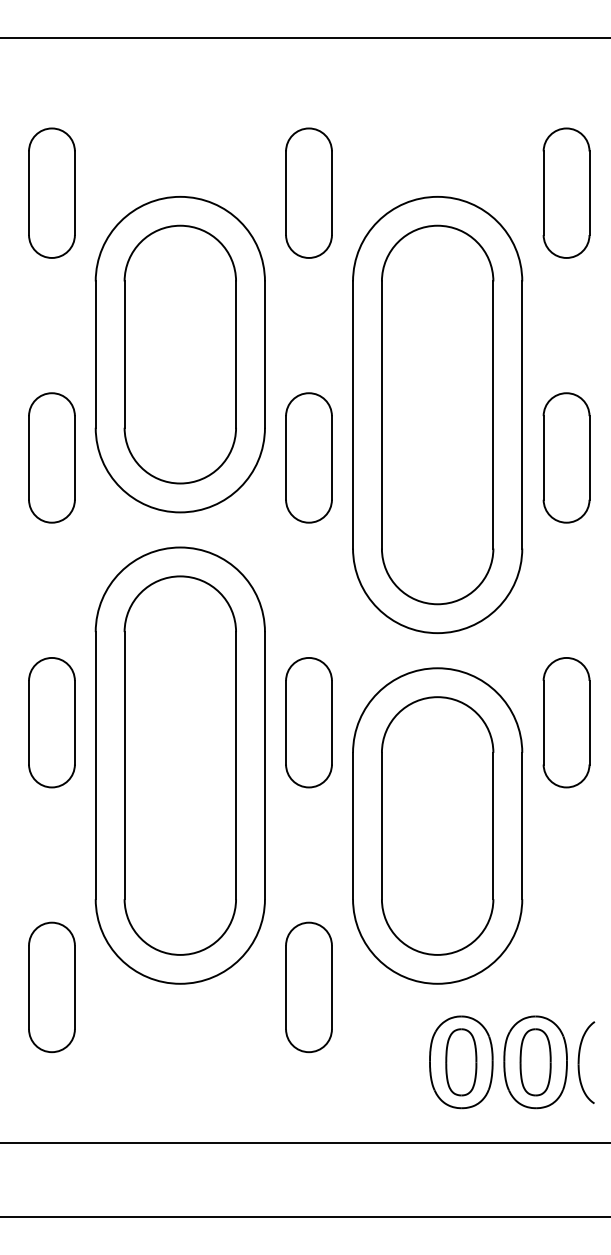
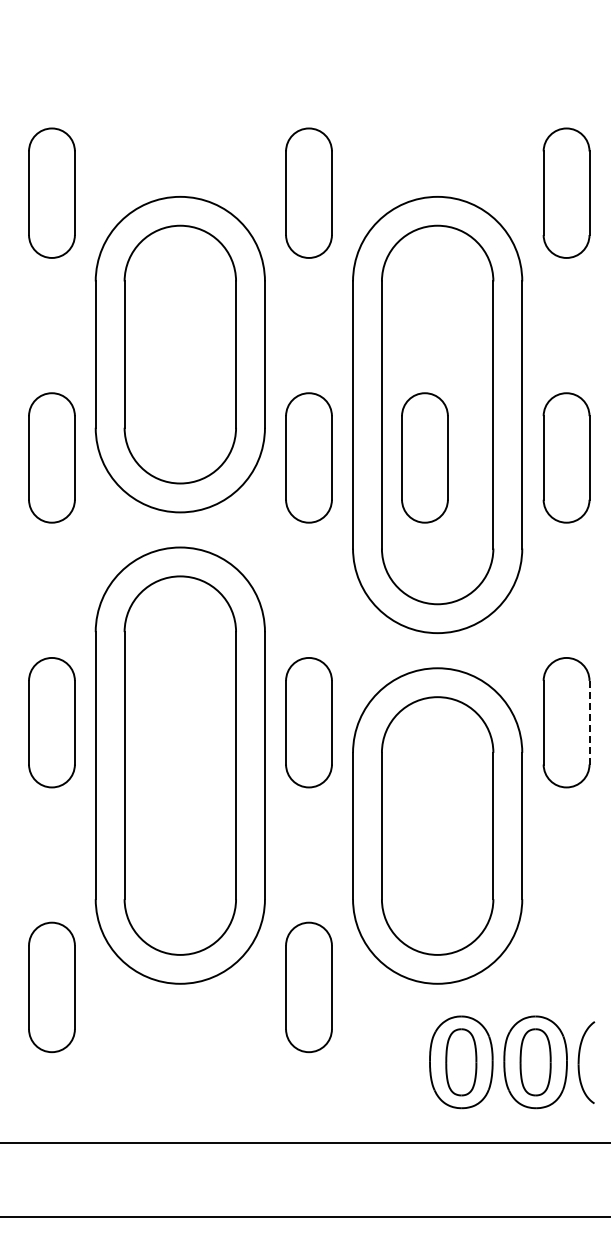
line at (304, 37): present -> none
part at (424, 457): none -> present
line at (589, 722): solid -> dashed
